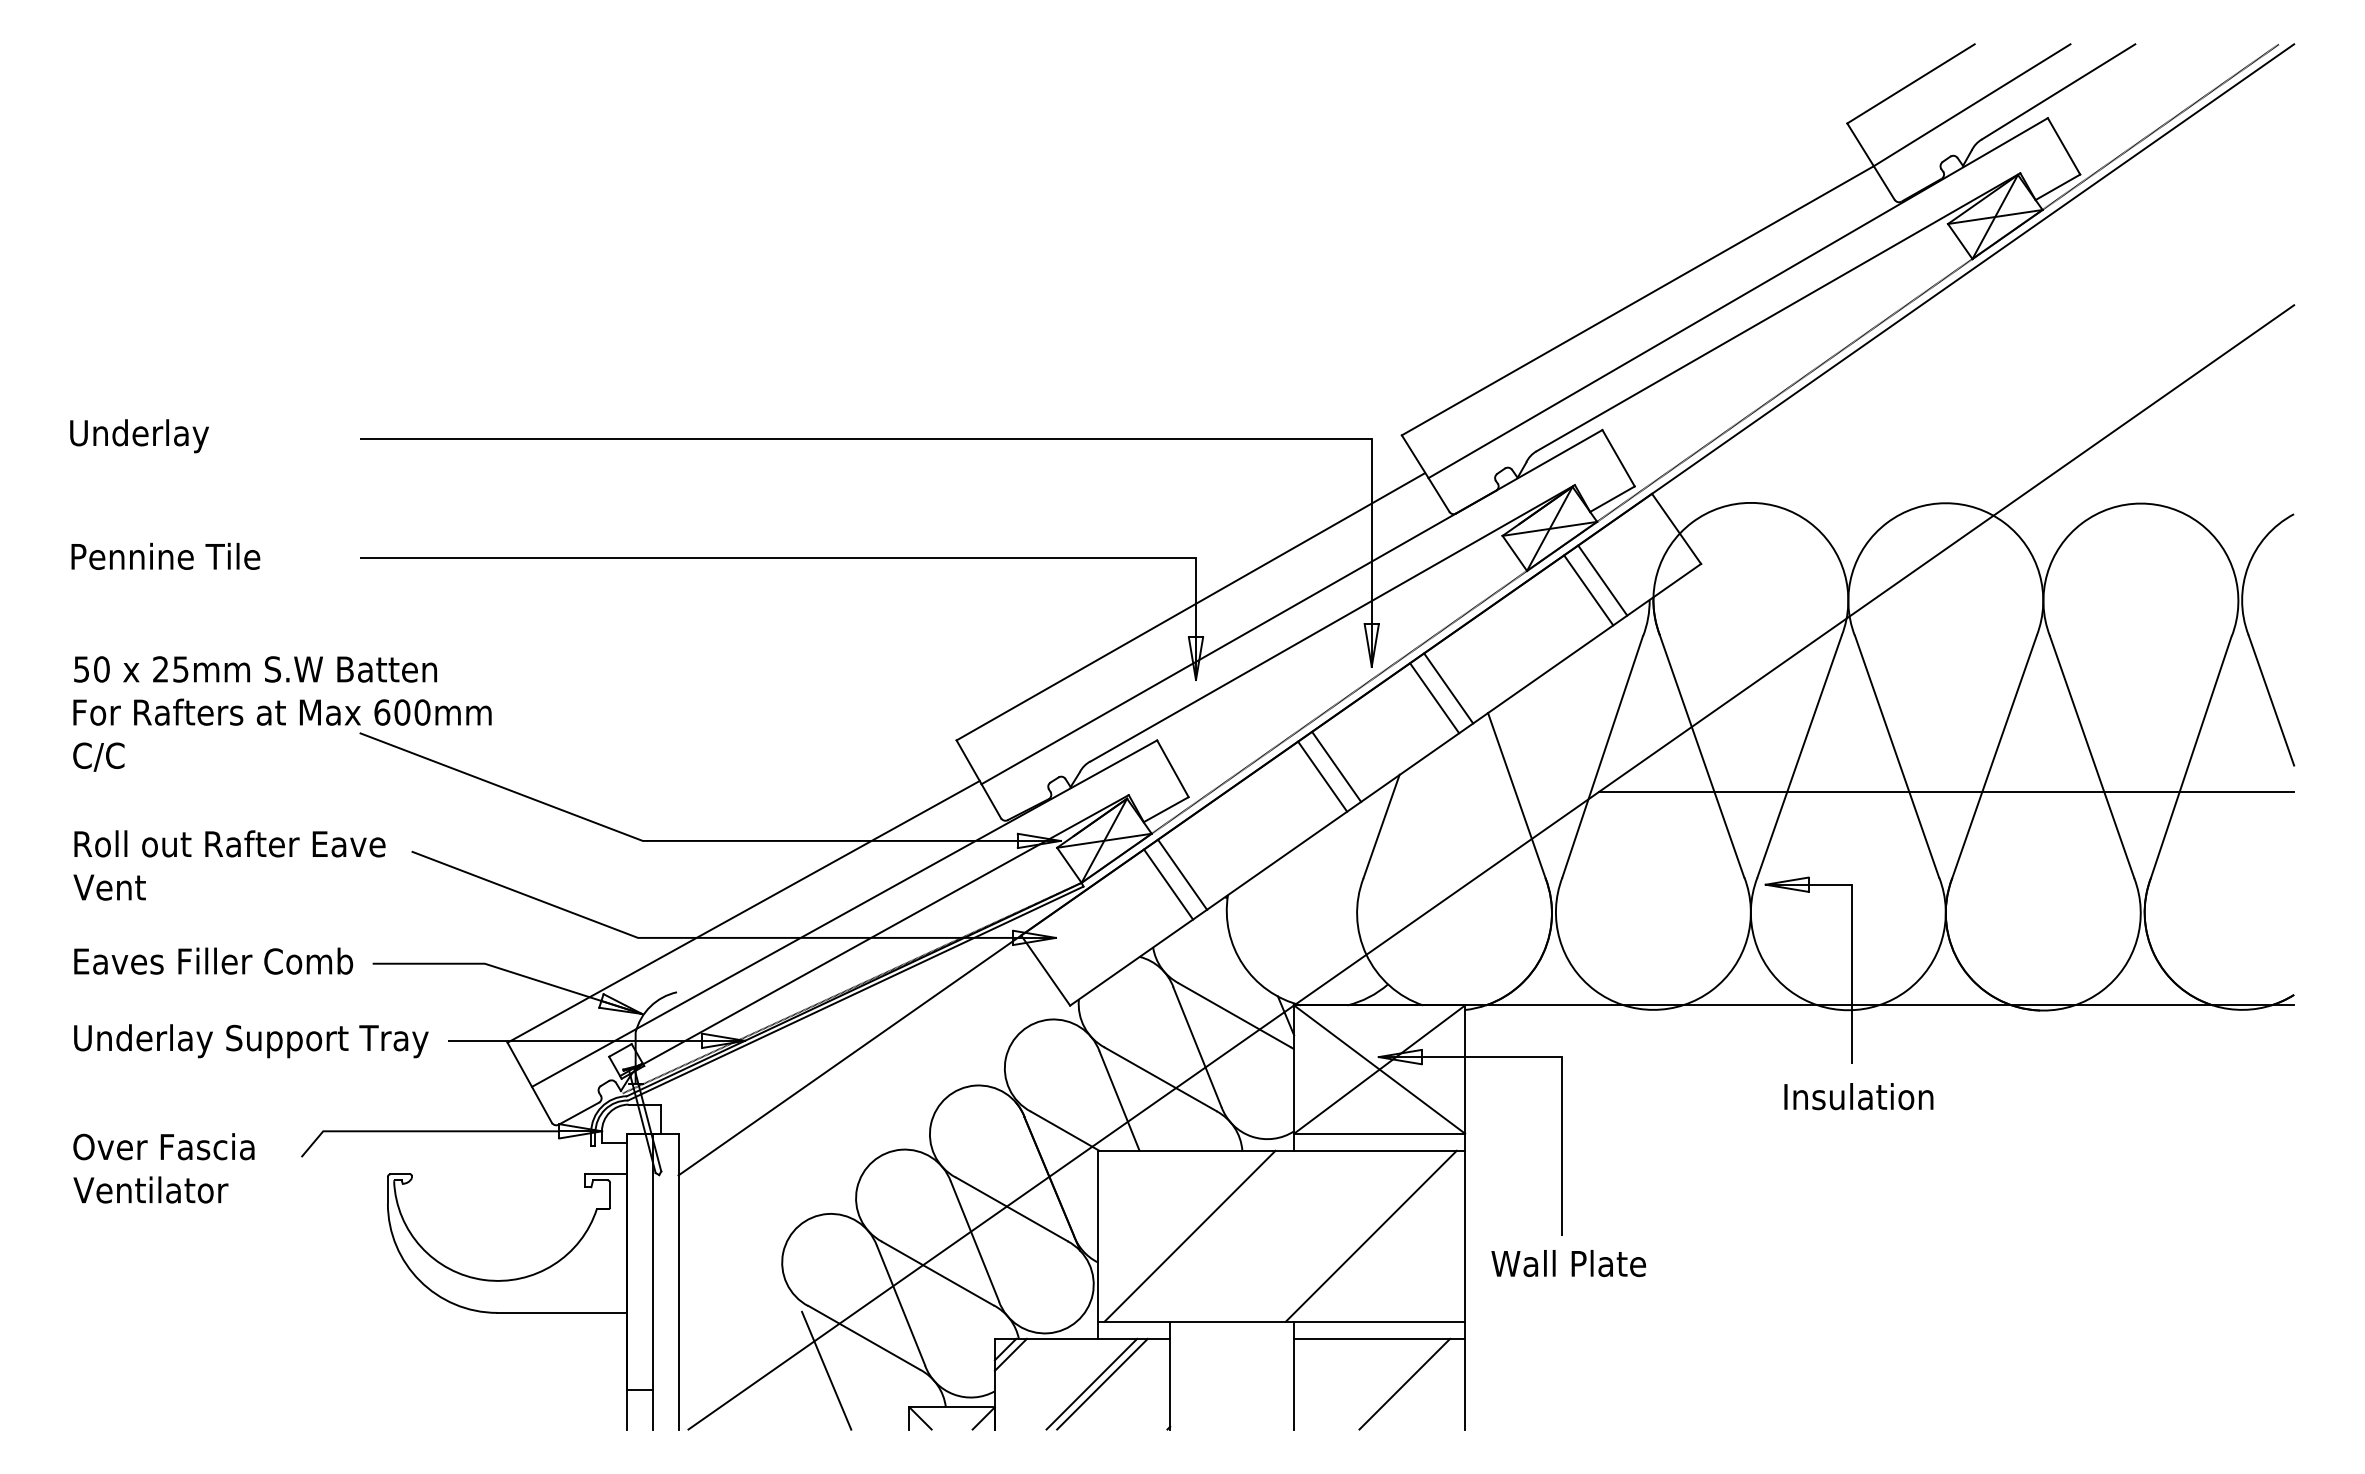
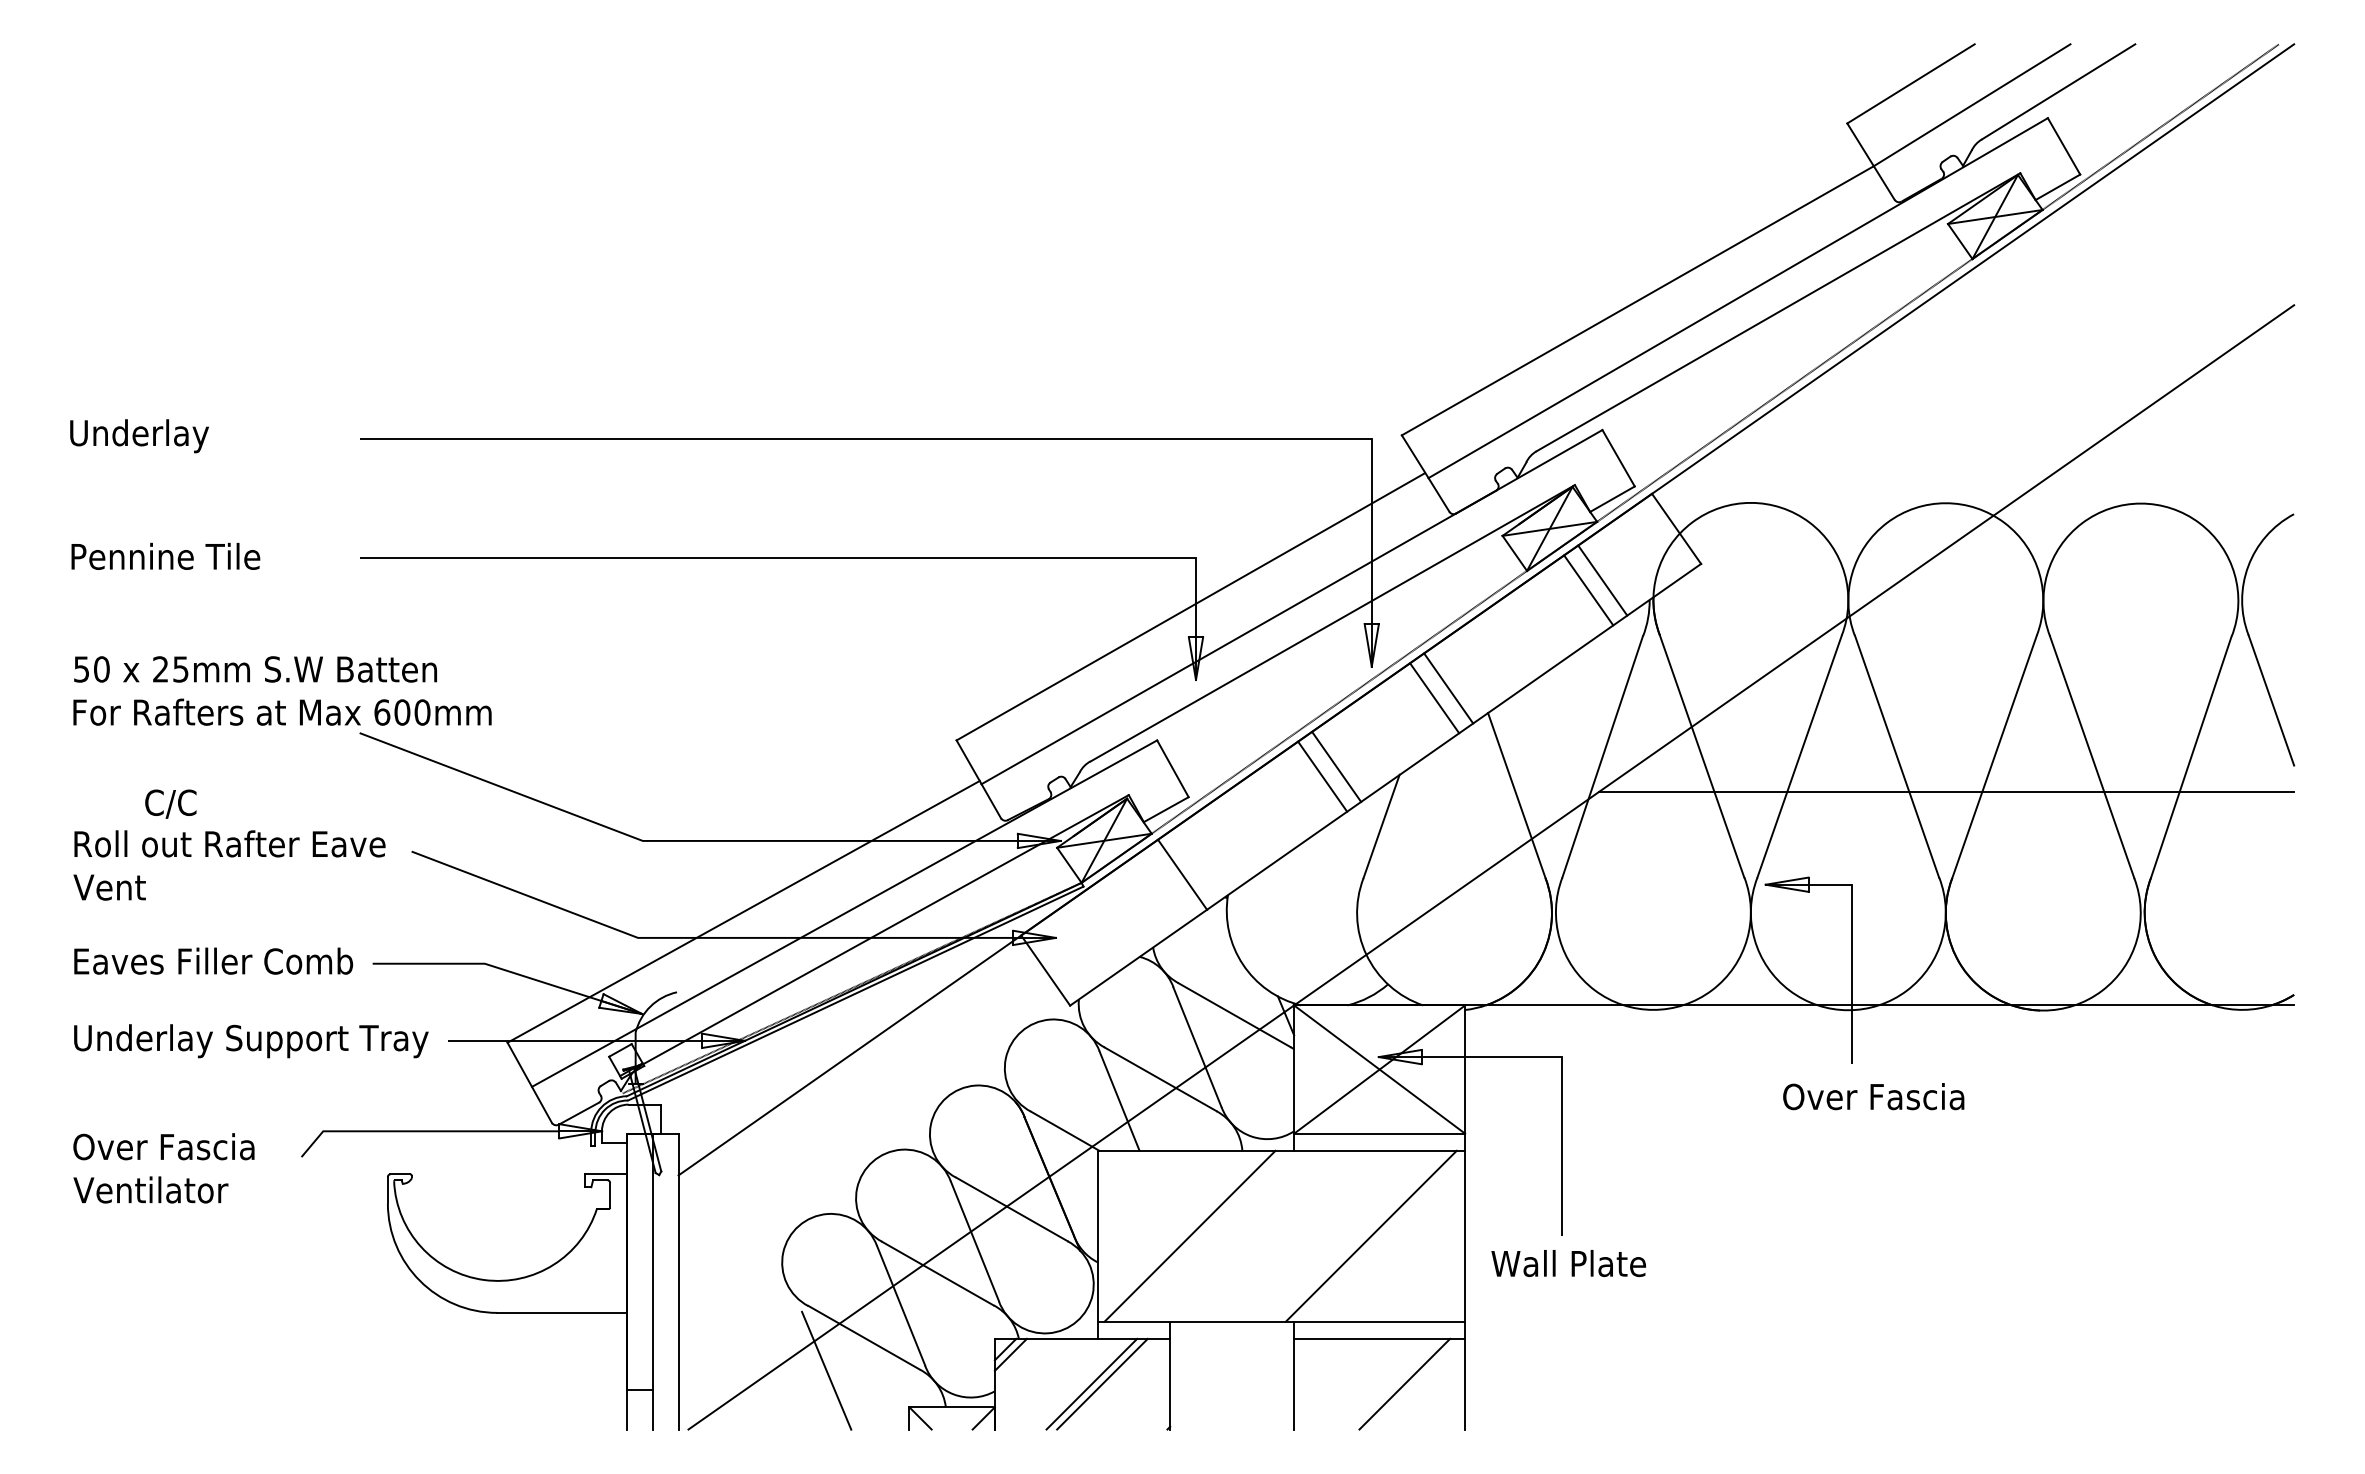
text at (98, 756) position: (98, 756) -> (170, 803)
line at (1168, 884): present -> none
text at (1873, 1096): Insulation -> Over Fascia
